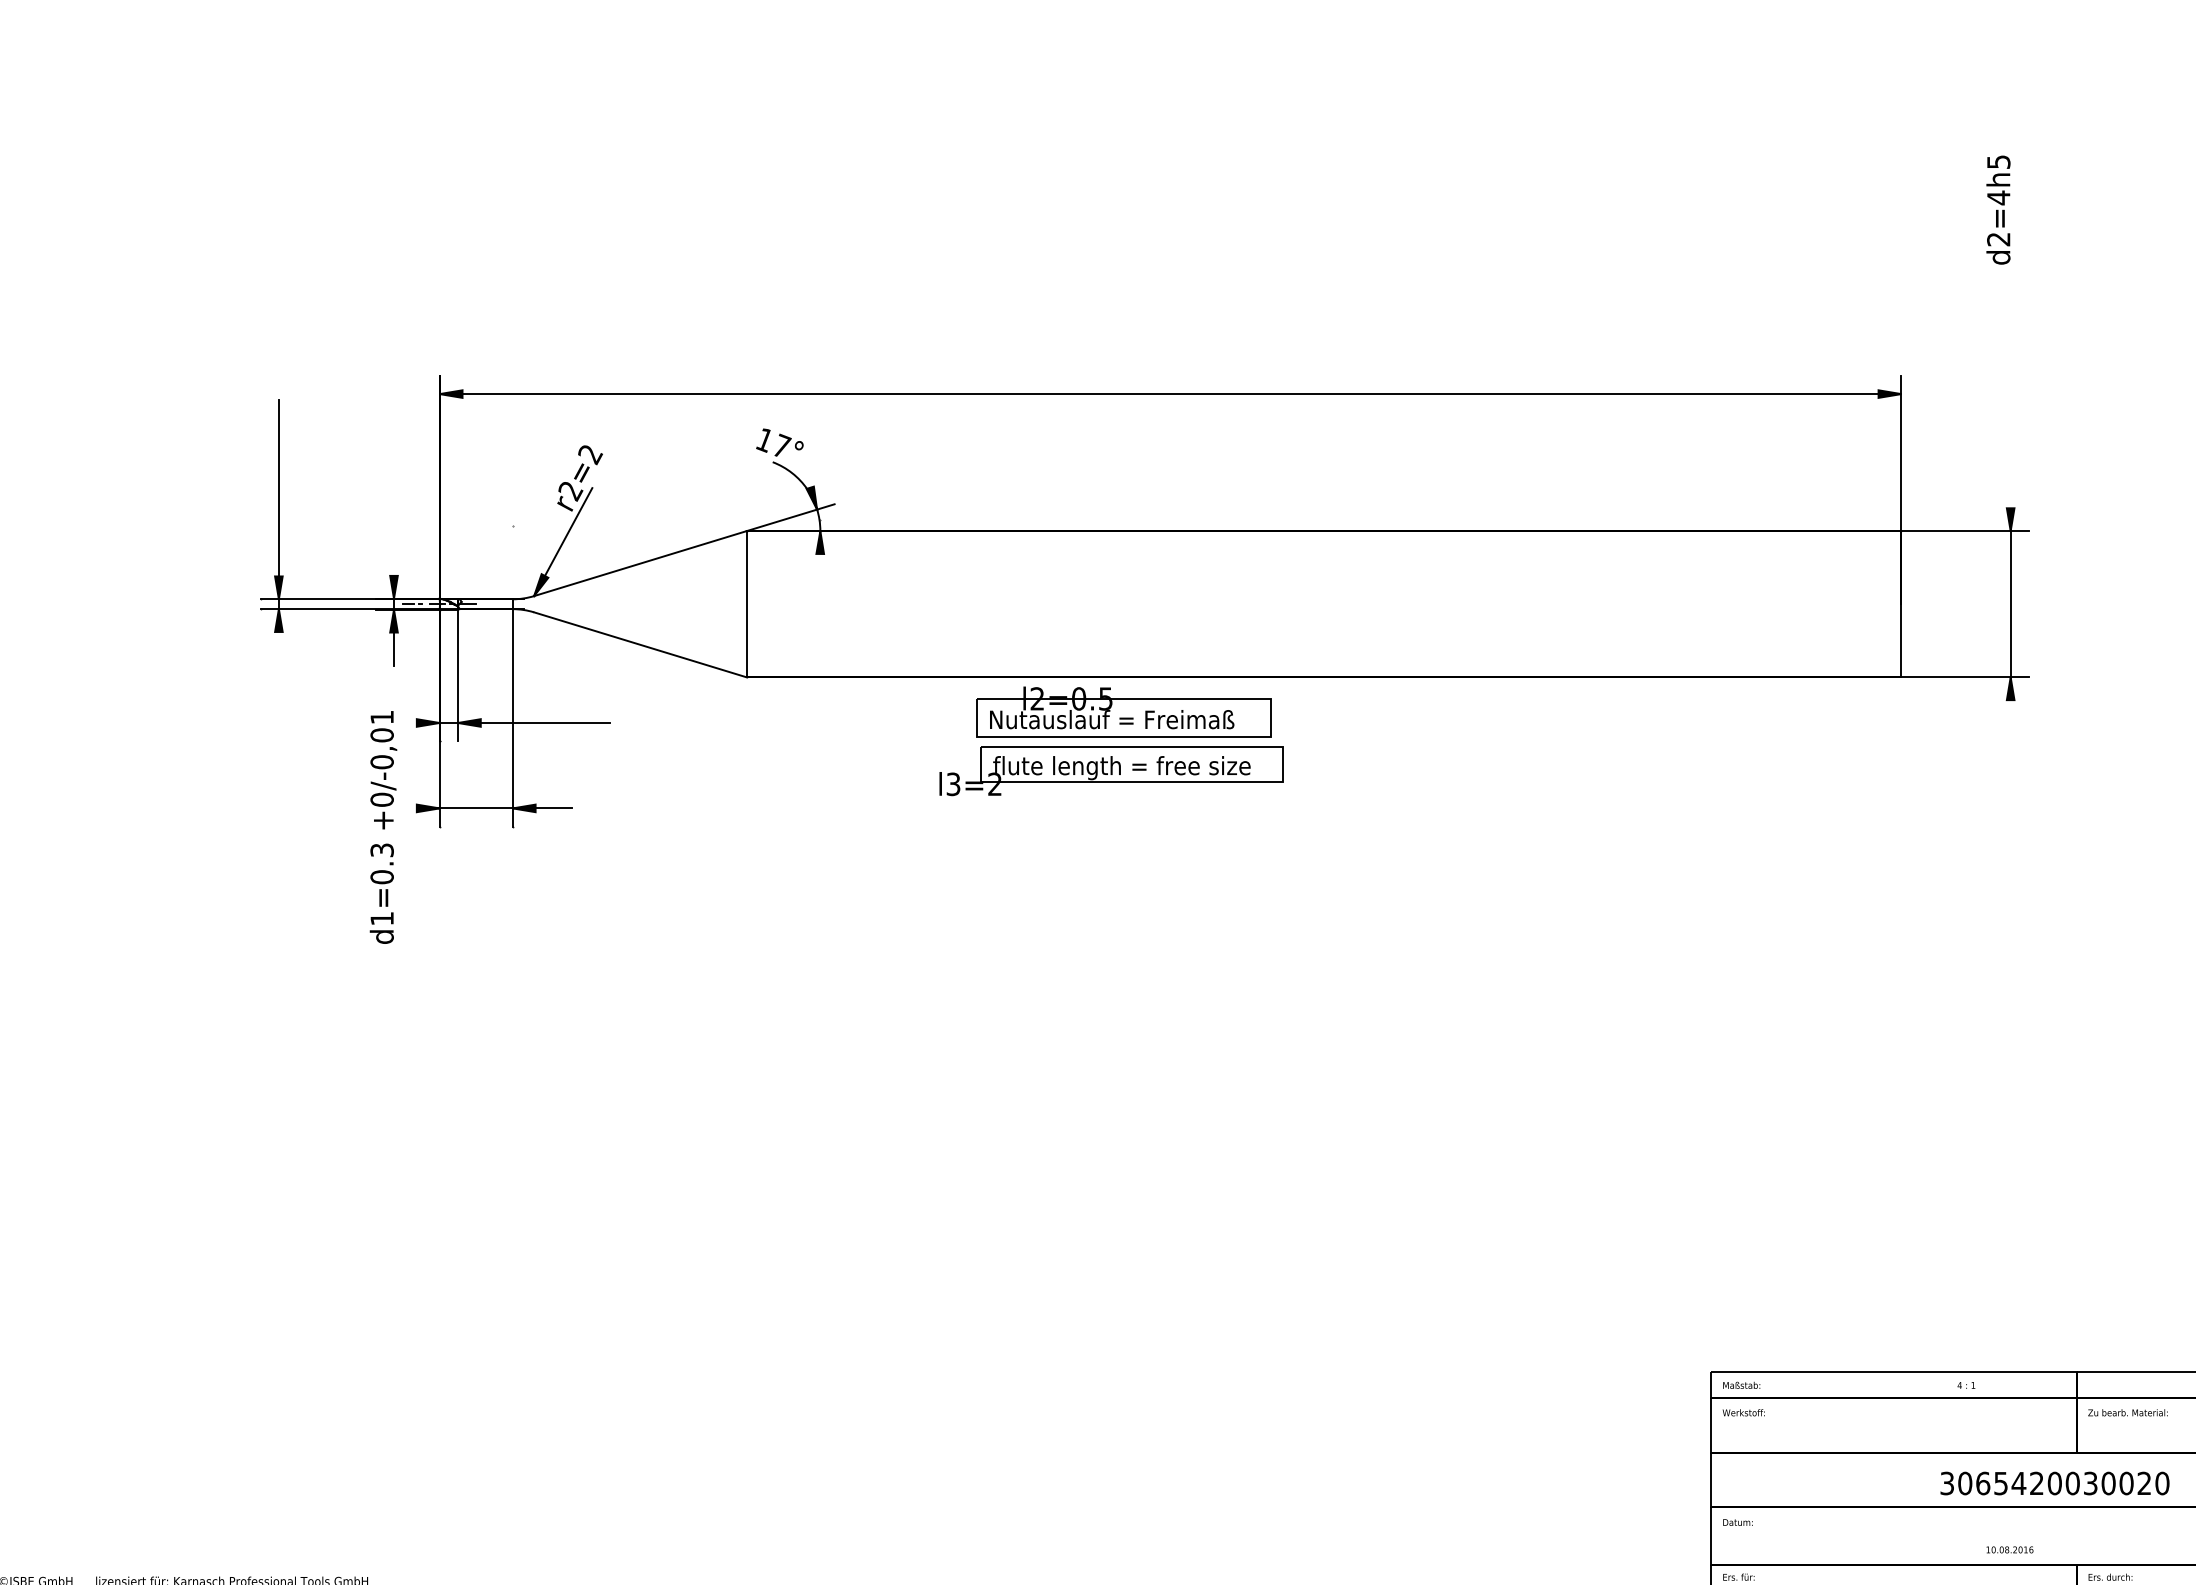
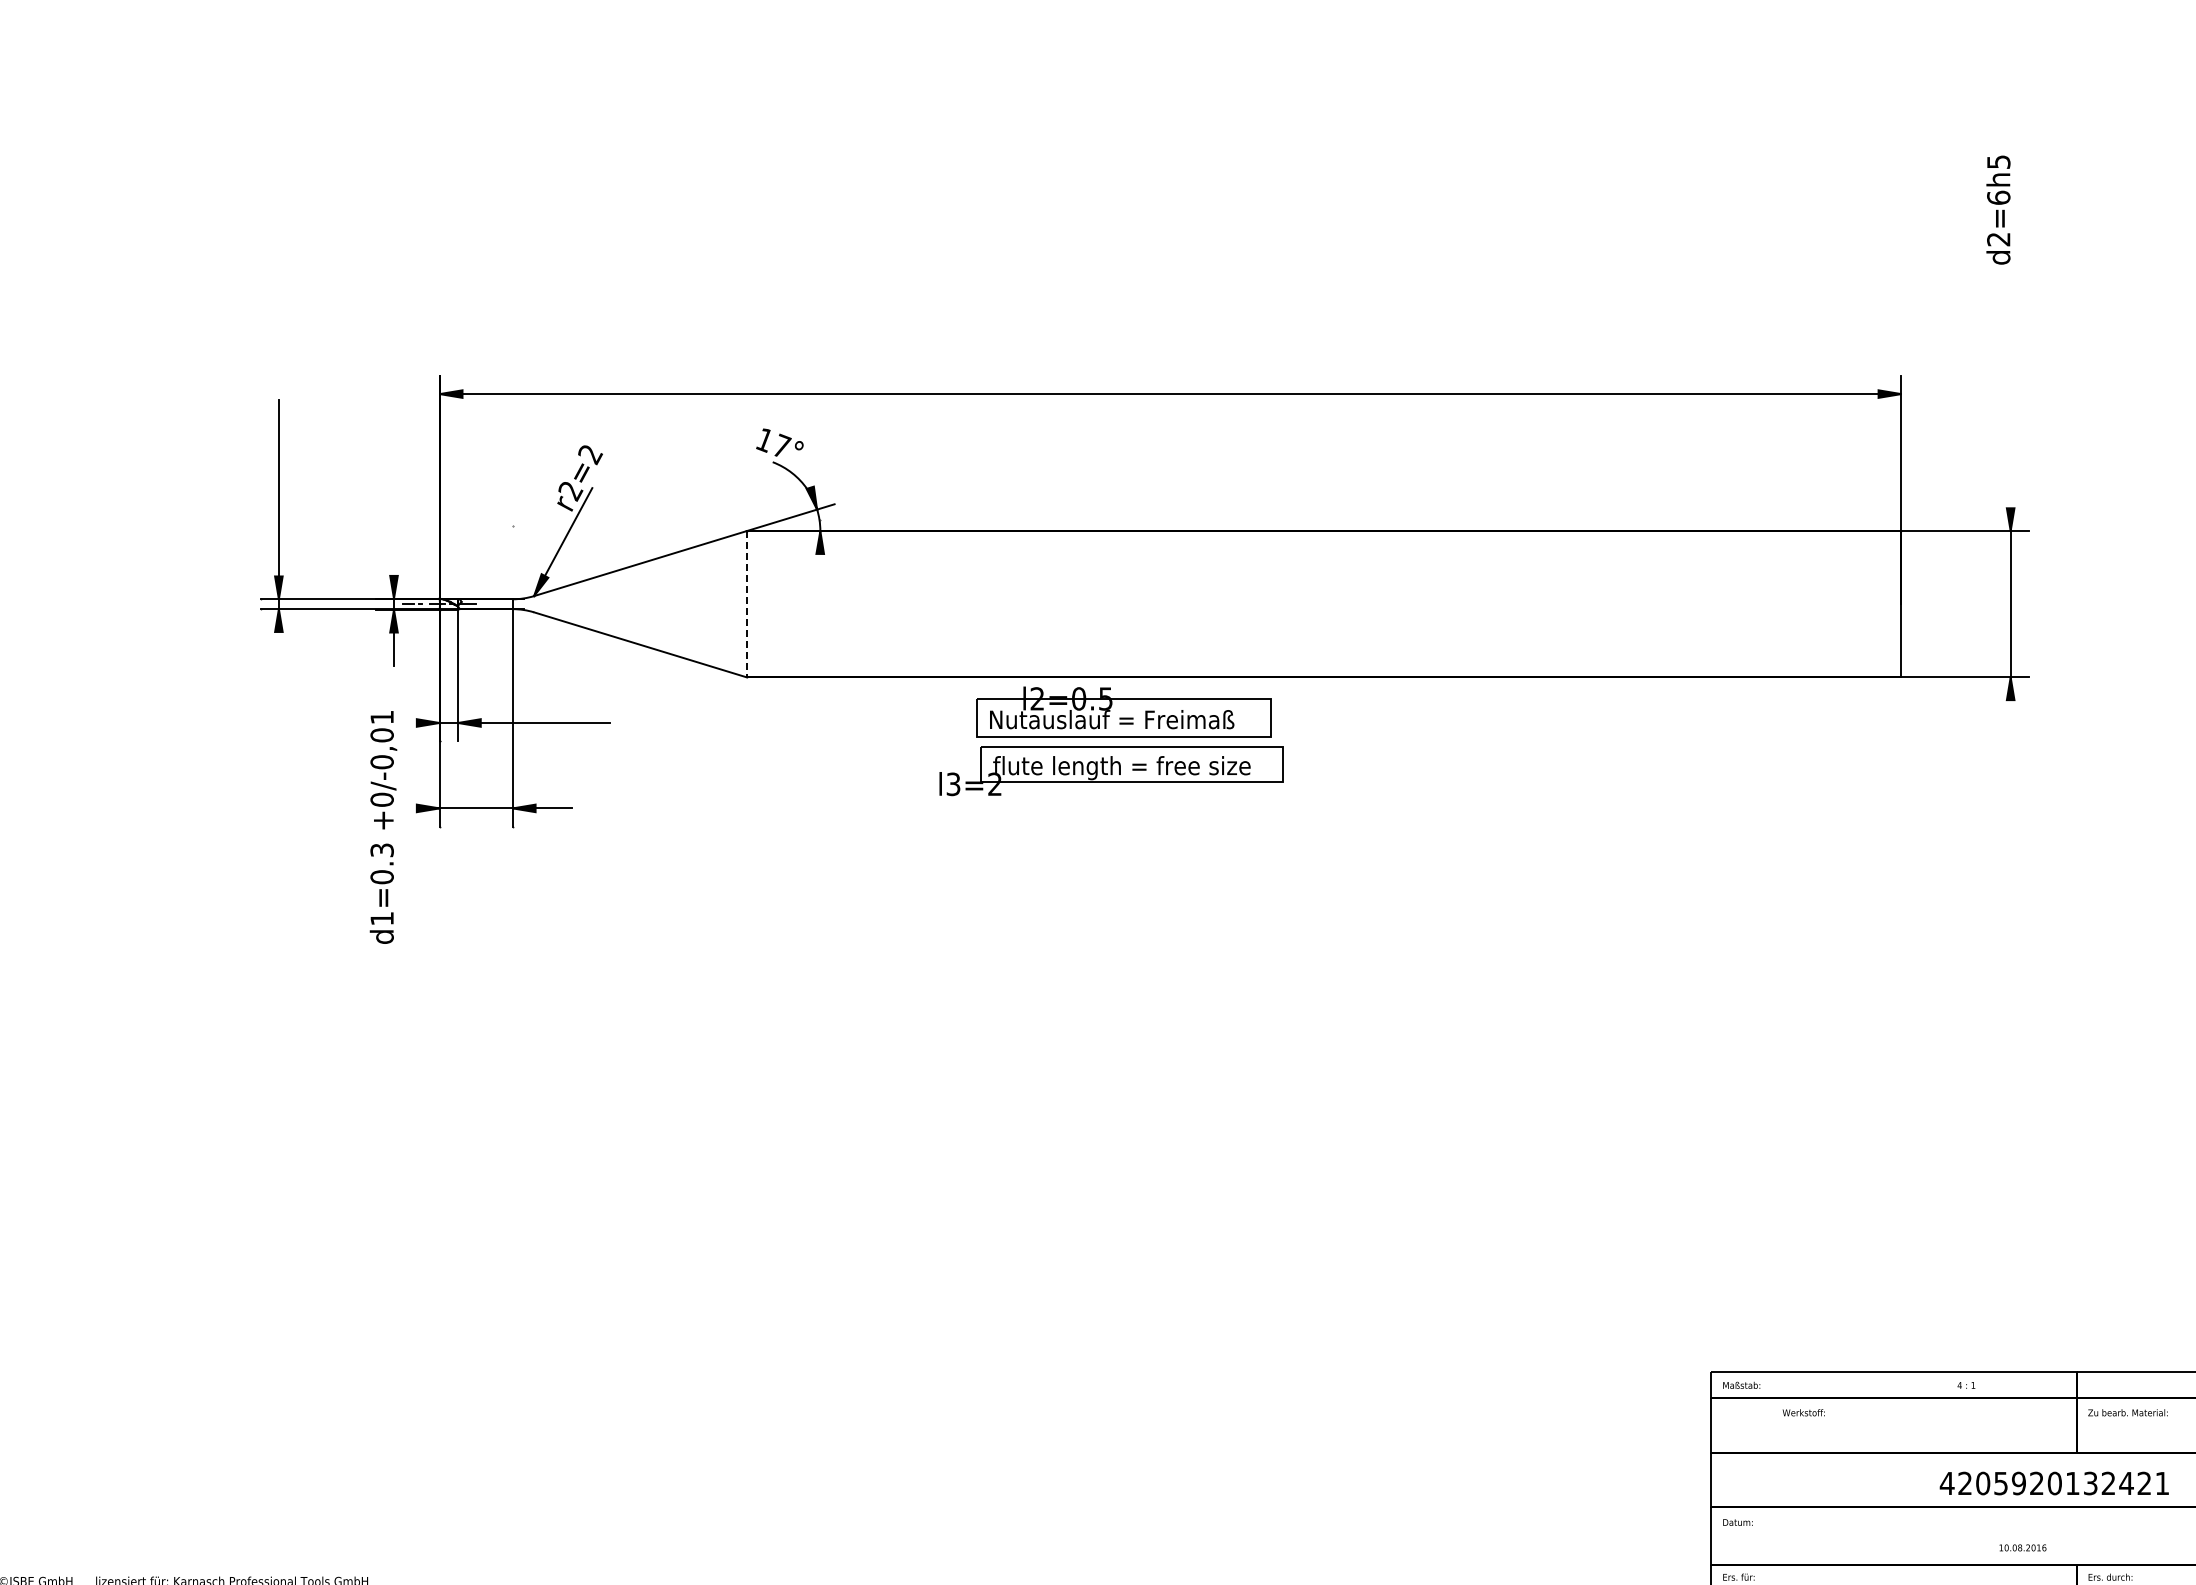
text at (1998, 197): d2=4h5 -> d2=6h5
line at (746, 604): solid -> dashed
text at (1743, 1412) position: (1743, 1412) -> (1803, 1412)
text at (2054, 1483): 3065420030020 -> 4205920132421
text at (2009, 1549) position: (2009, 1549) -> (2022, 1547)
